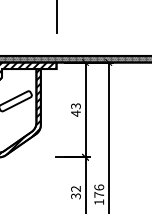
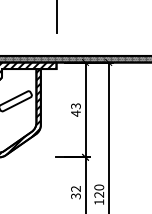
text at (99, 190): 176 -> 120
